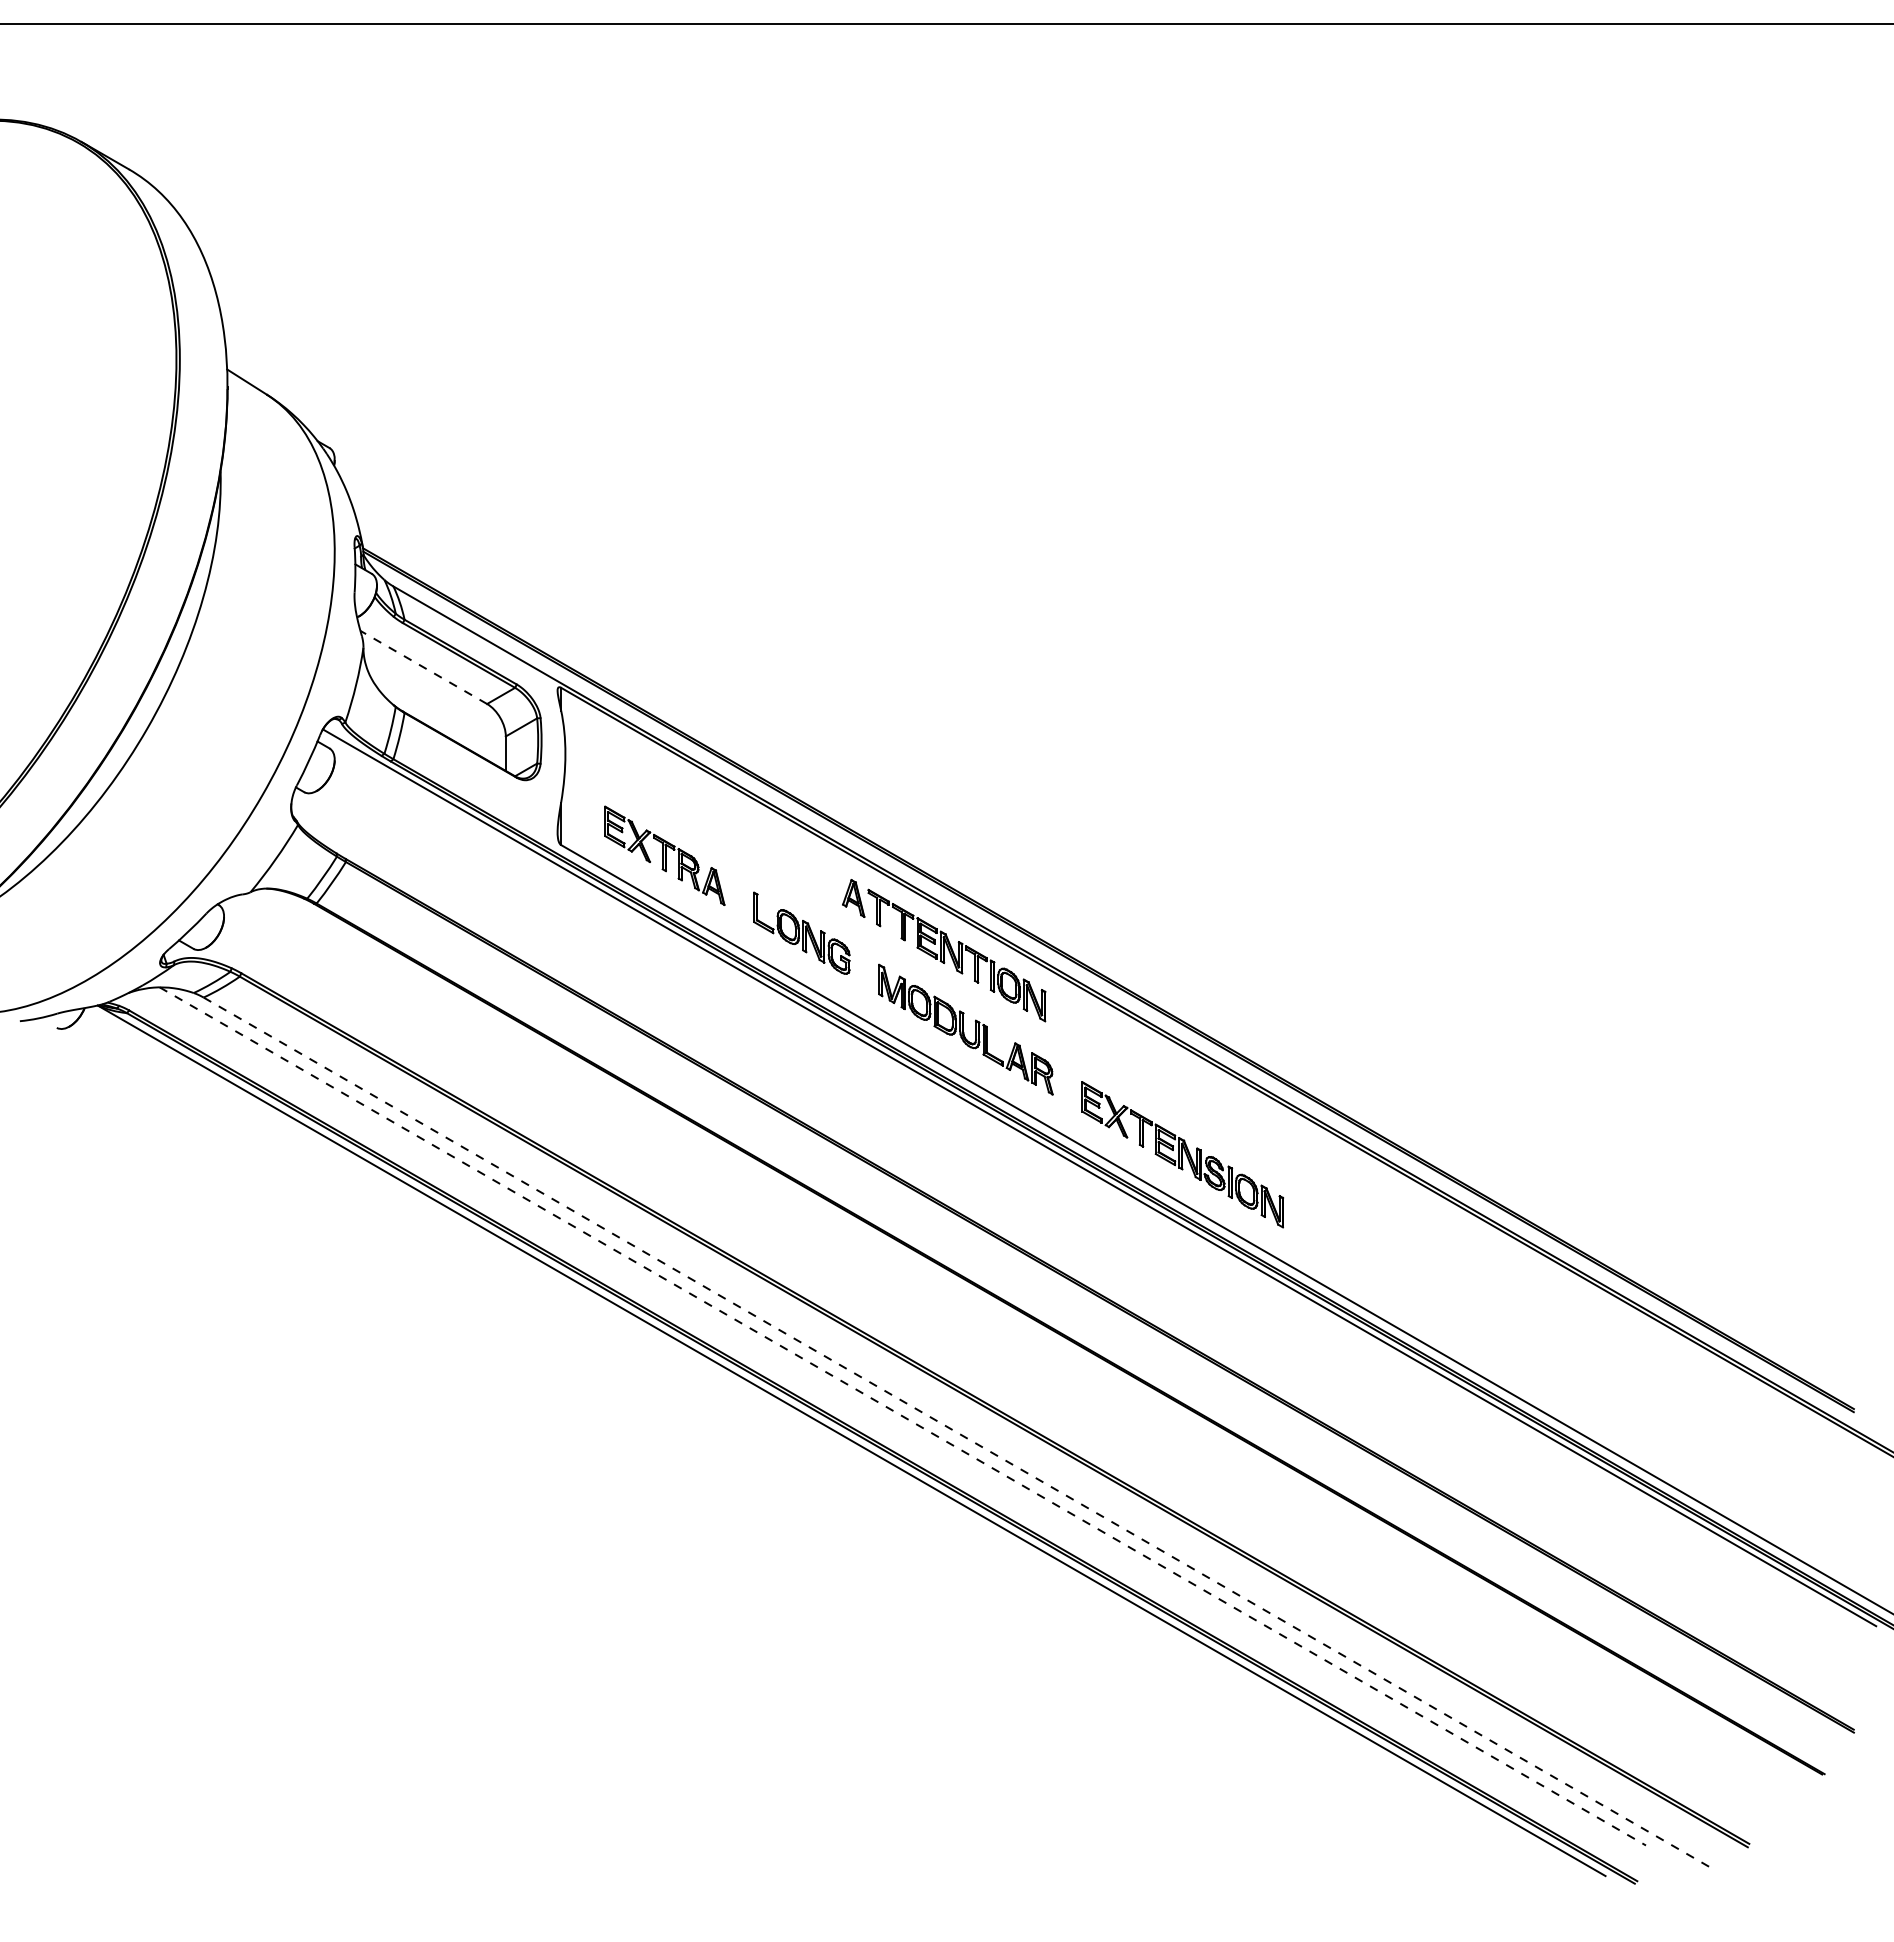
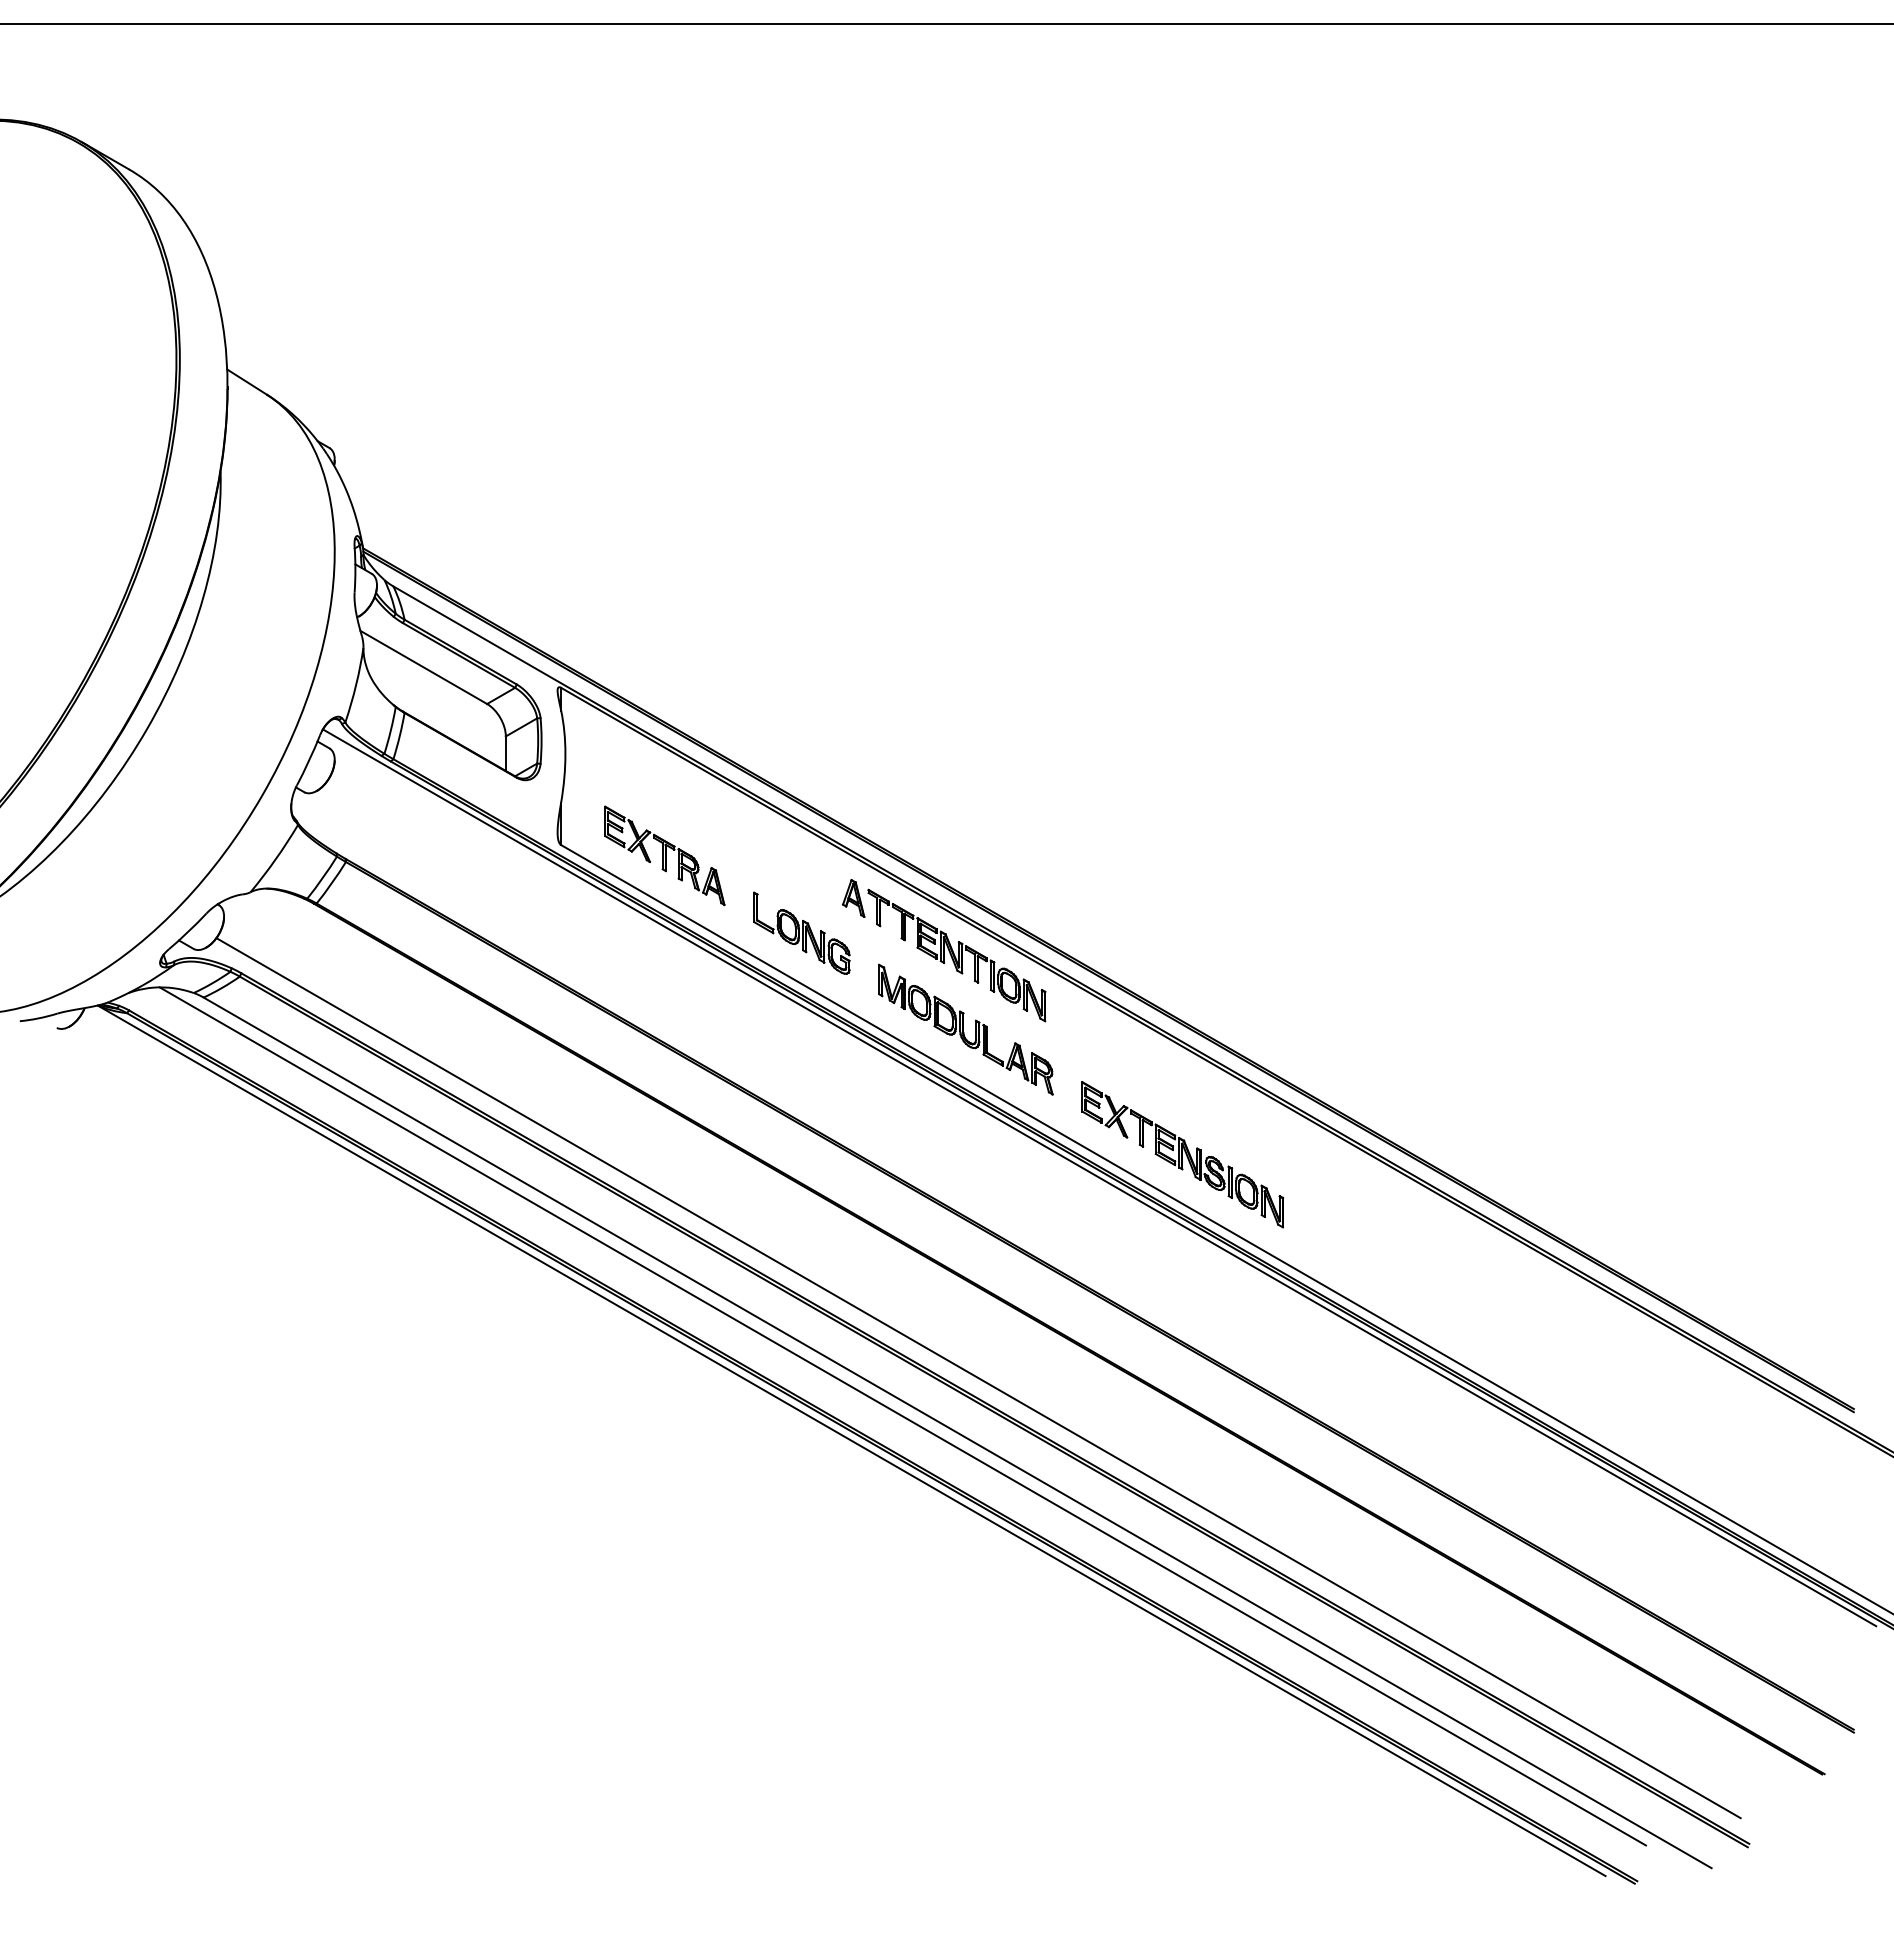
line at (423, 667): dashed -> solid
line at (978, 1378): none -> present
line at (903, 1416): dashed -> solid
line at (957, 1432): dashed -> solid
